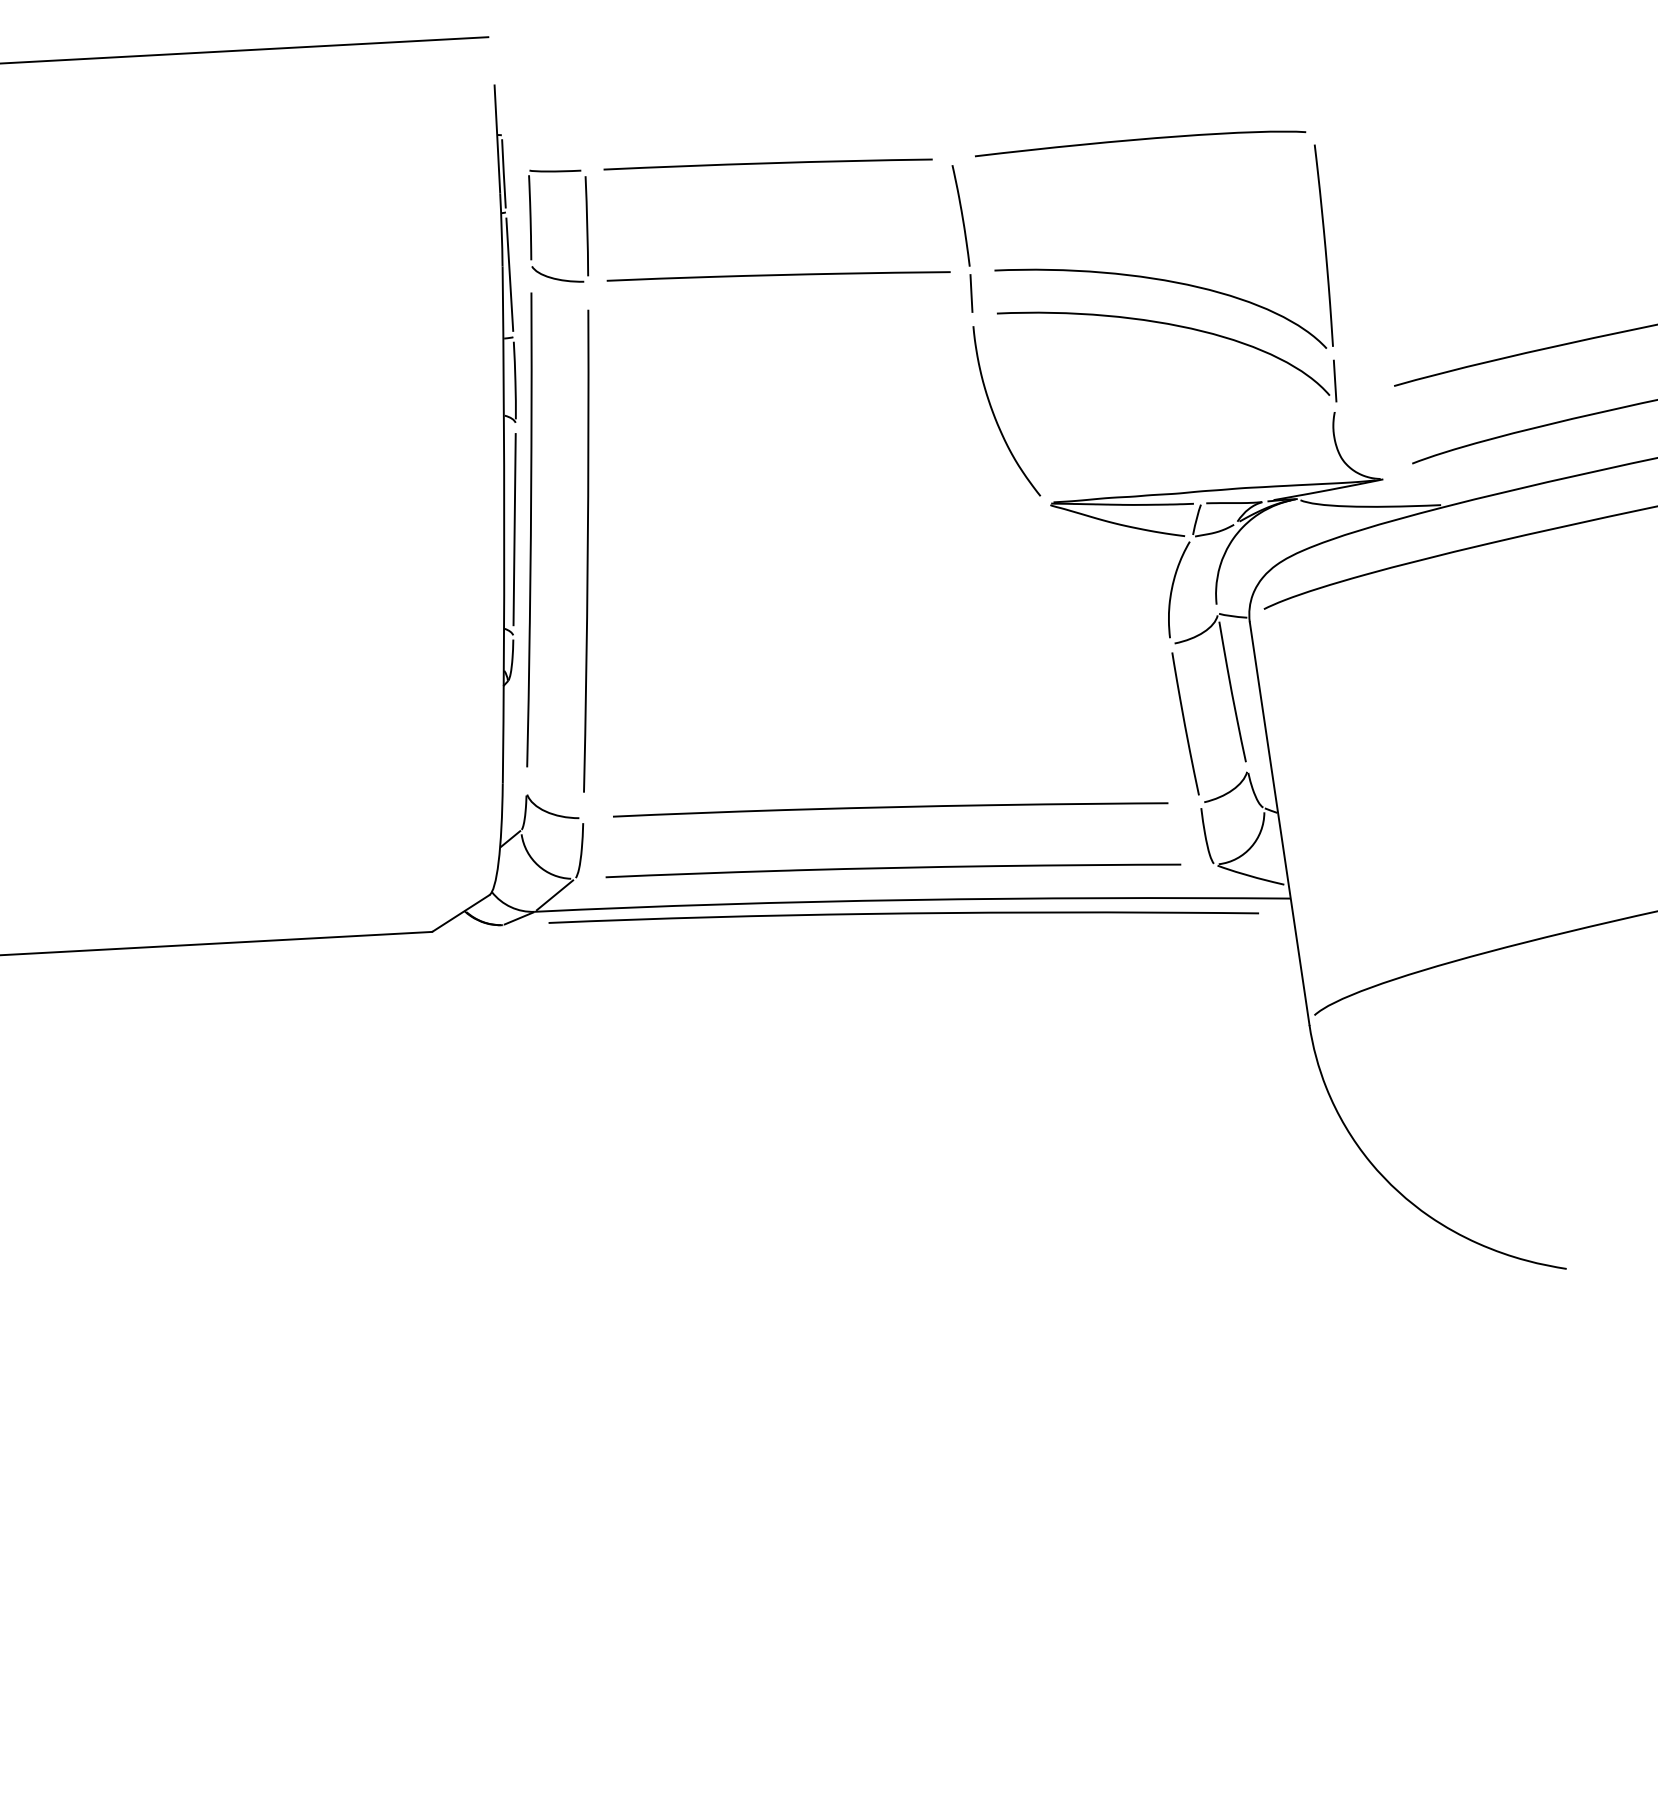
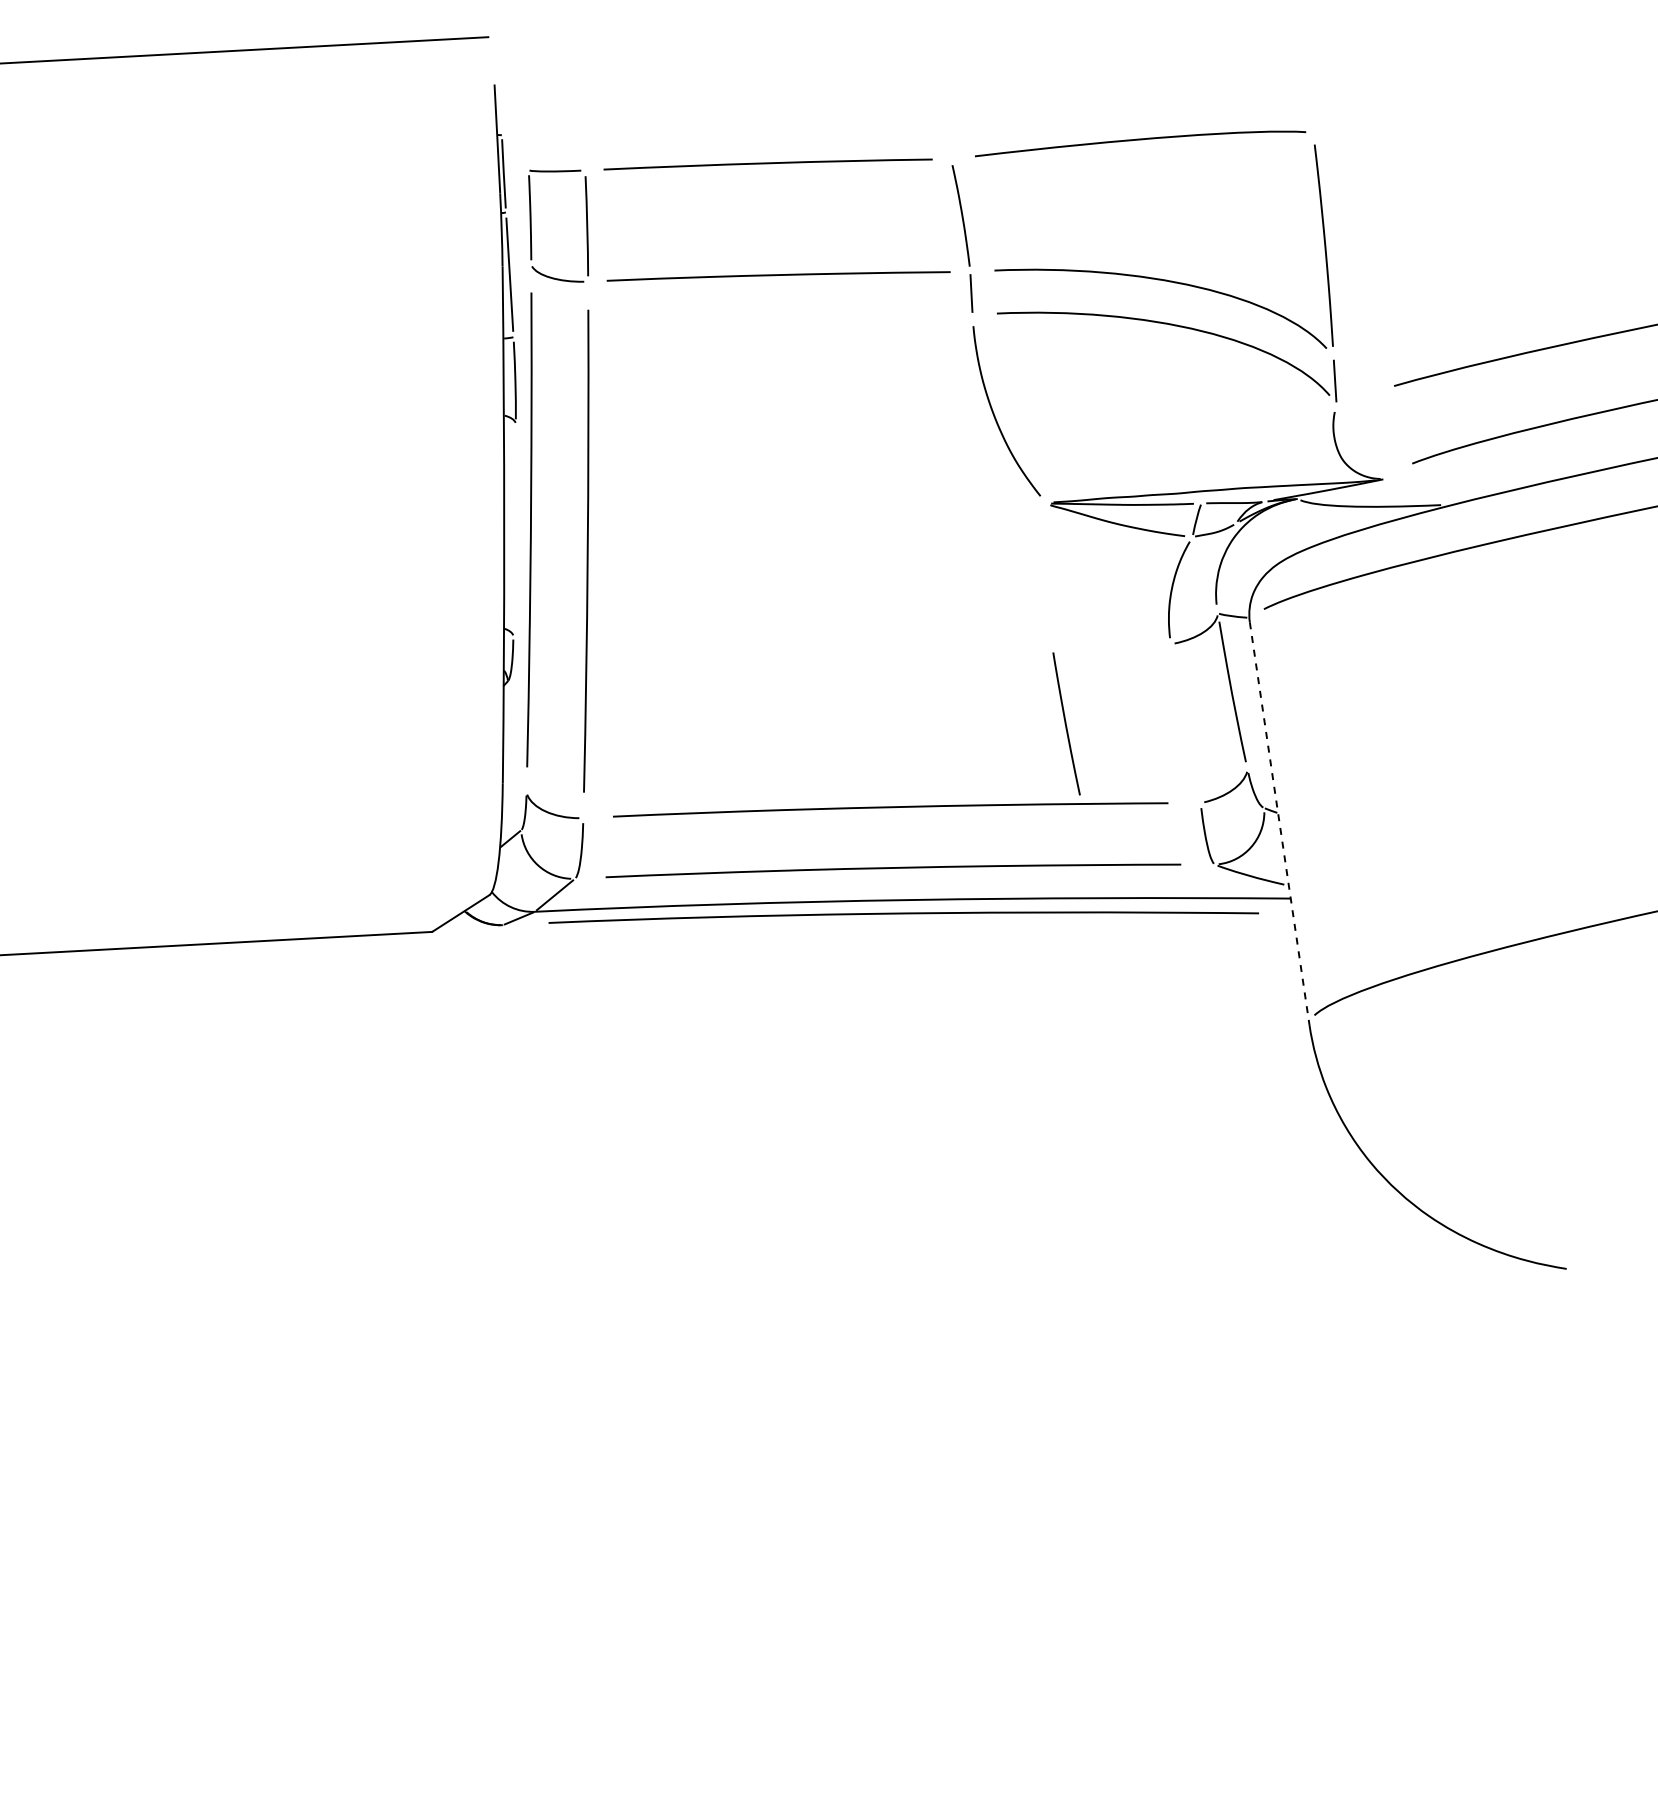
line at (514, 529): present -> none
line at (1185, 723) position: (1185, 723) -> (1066, 723)
line at (1279, 823): solid -> dashed
